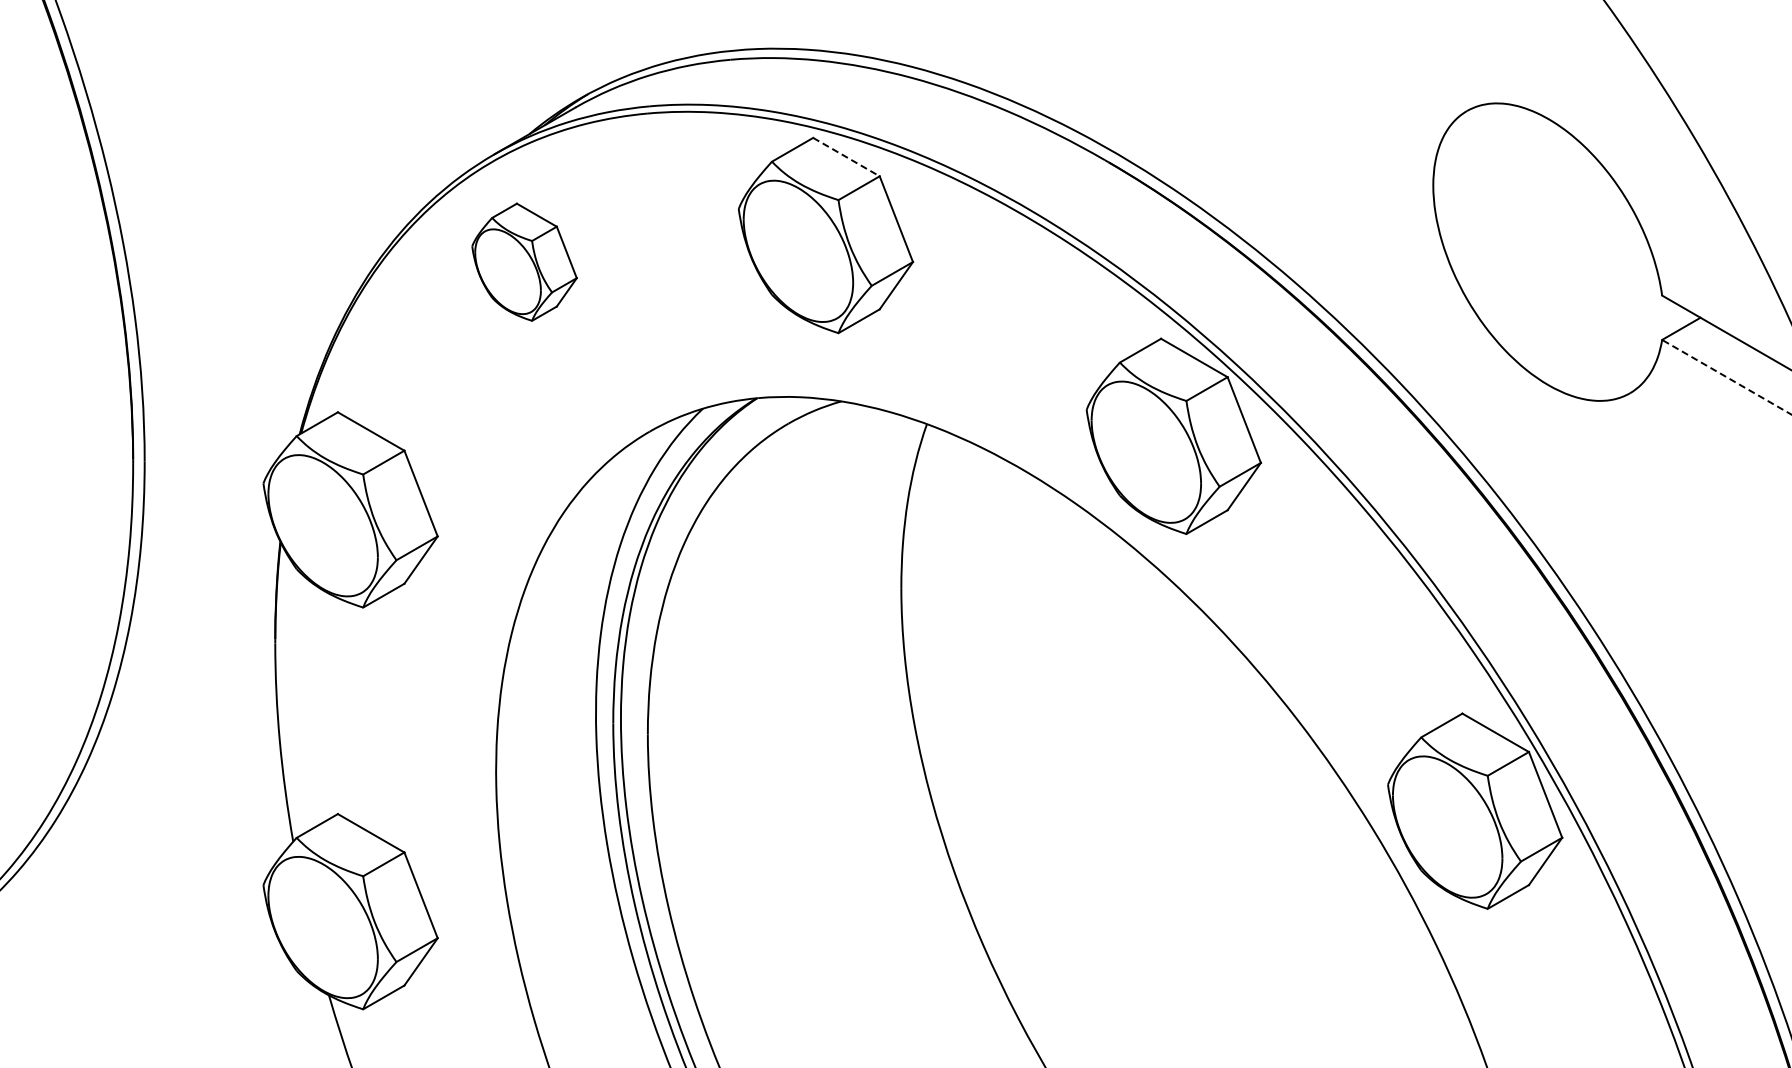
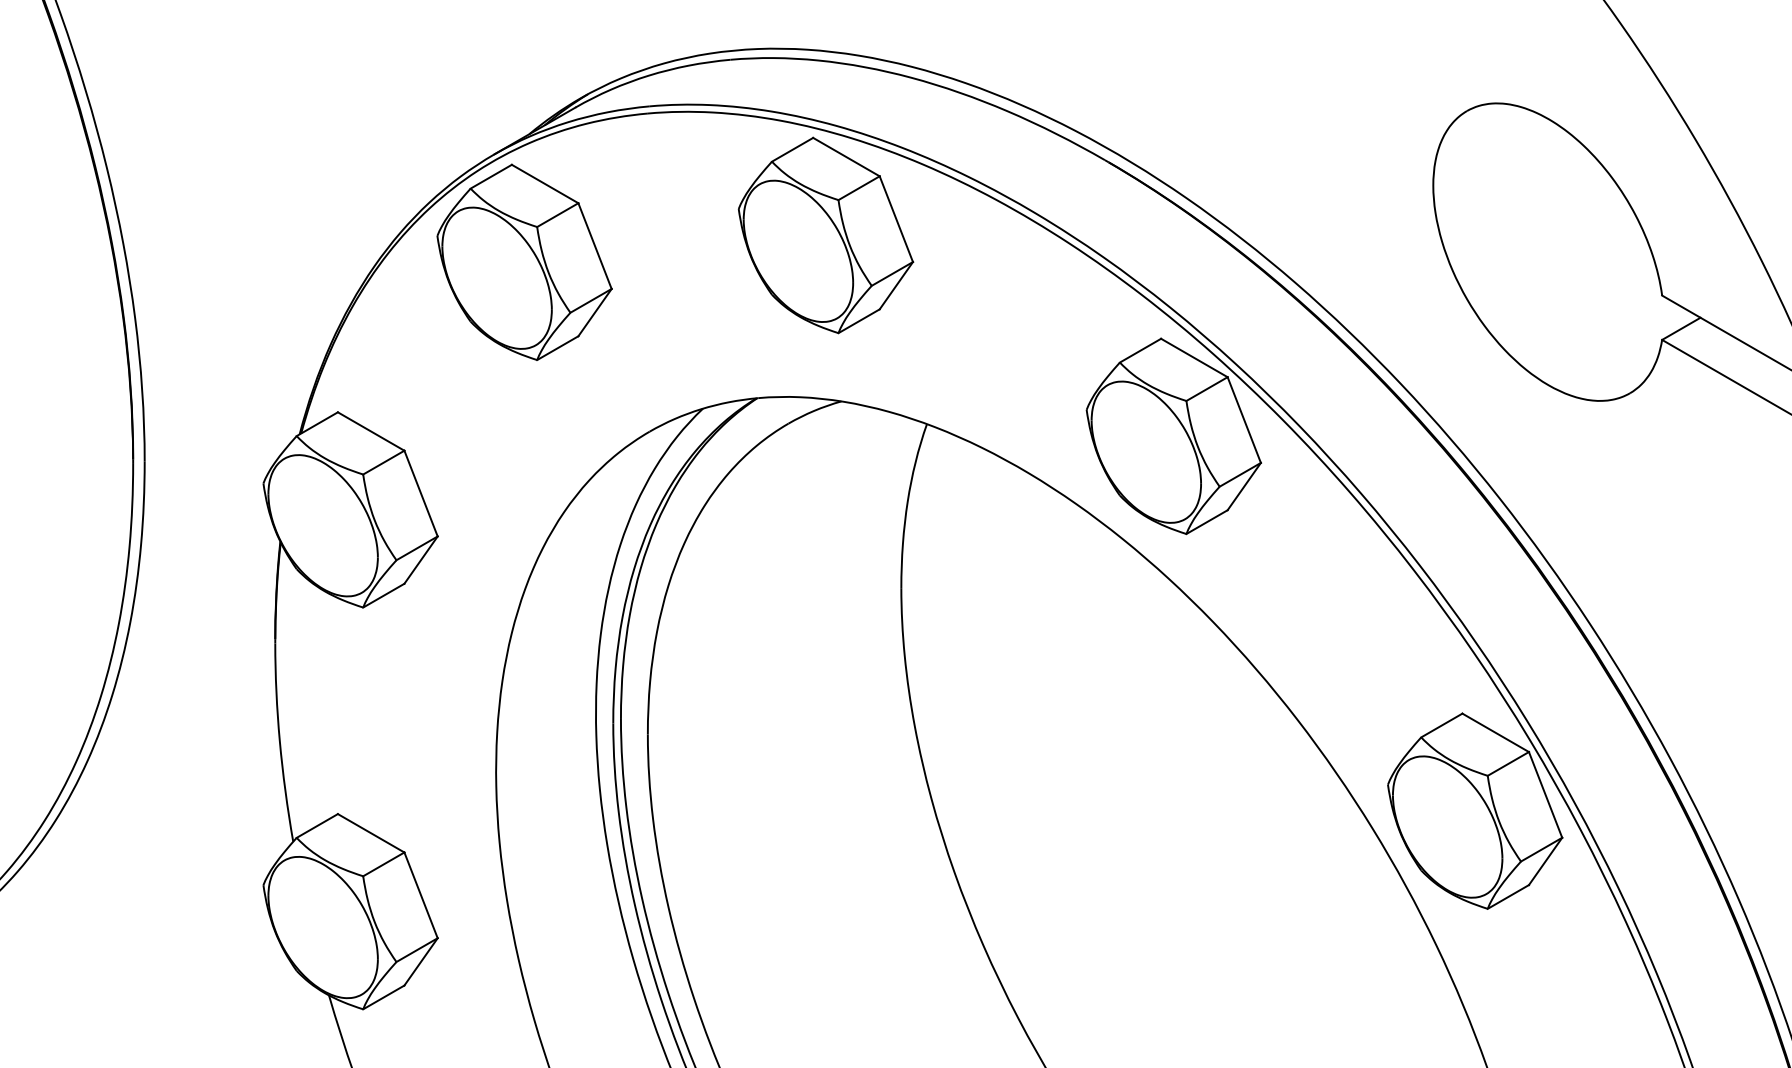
line at (846, 157): dashed -> solid
part at (524, 261) size: 107x120 px -> 177x198 px
line at (1727, 377): dashed -> solid
